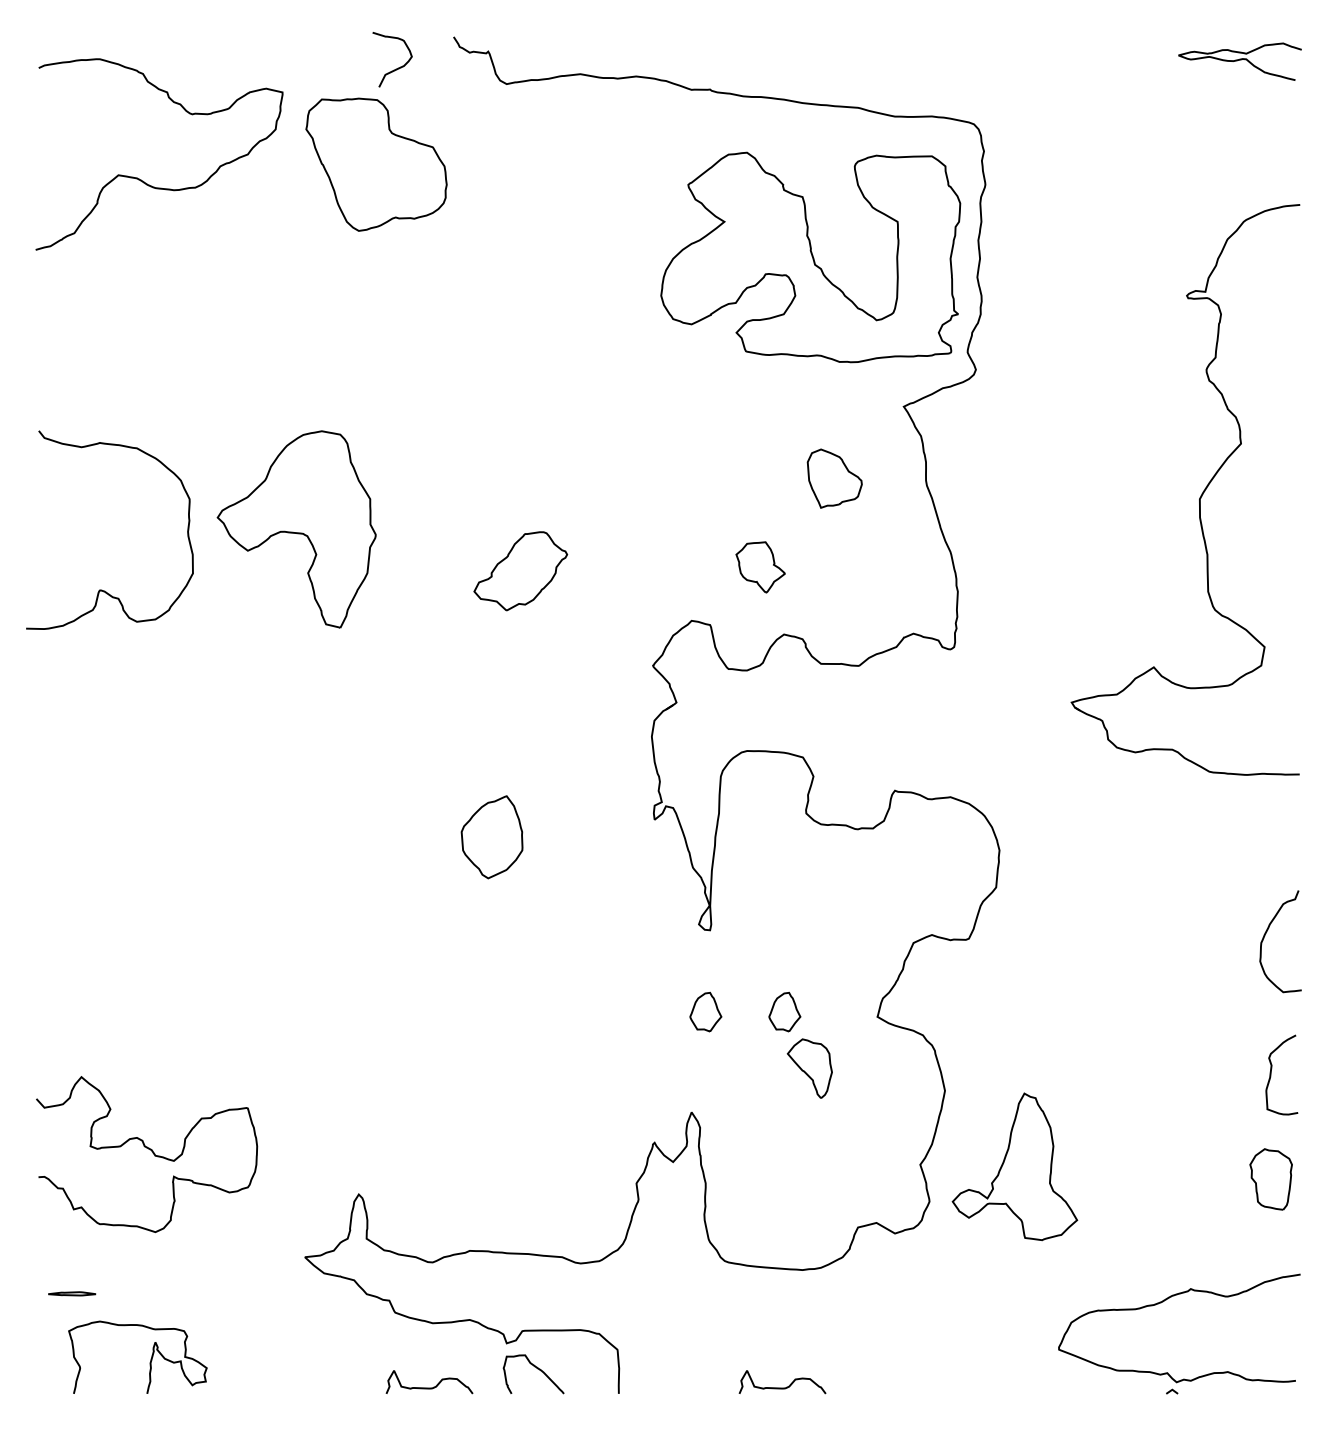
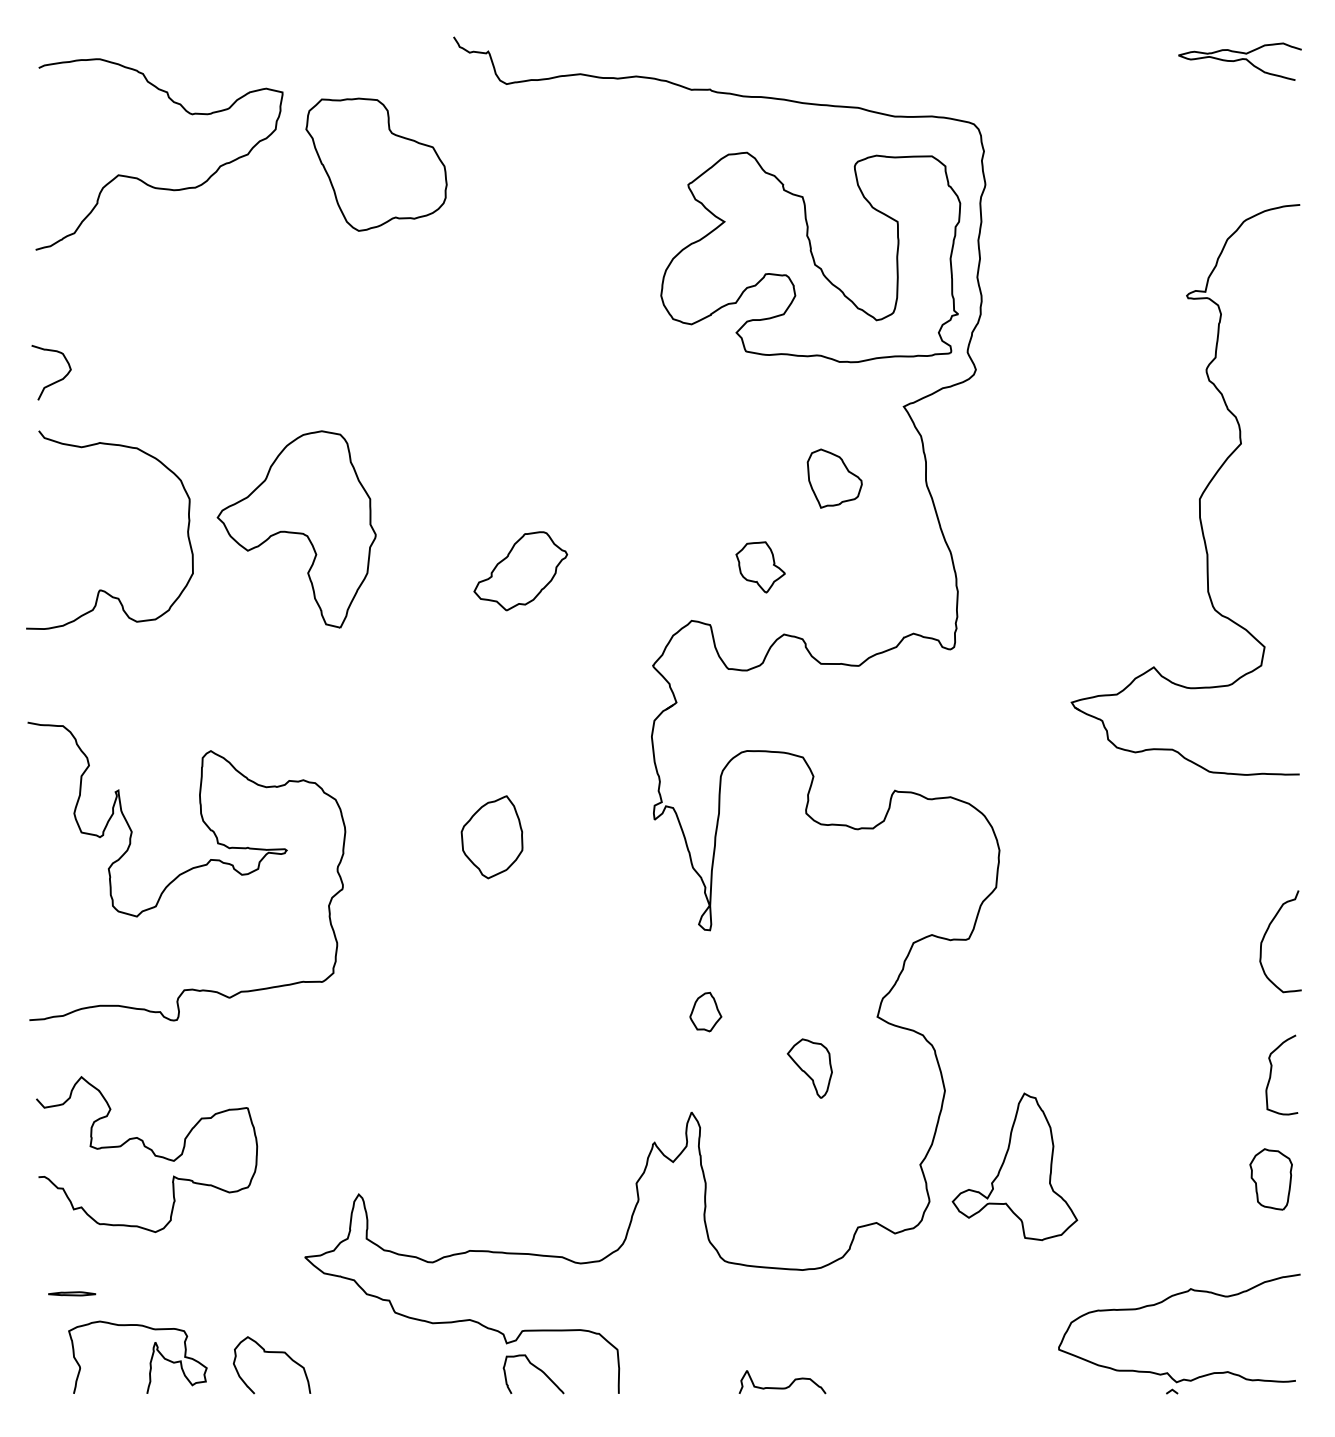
curve at (396, 68) position: (396, 68) -> (55, 381)
curve at (186, 871): none -> present
part at (784, 1011): present -> none
curve at (274, 1353): none -> present
curve at (429, 1387): present -> none
